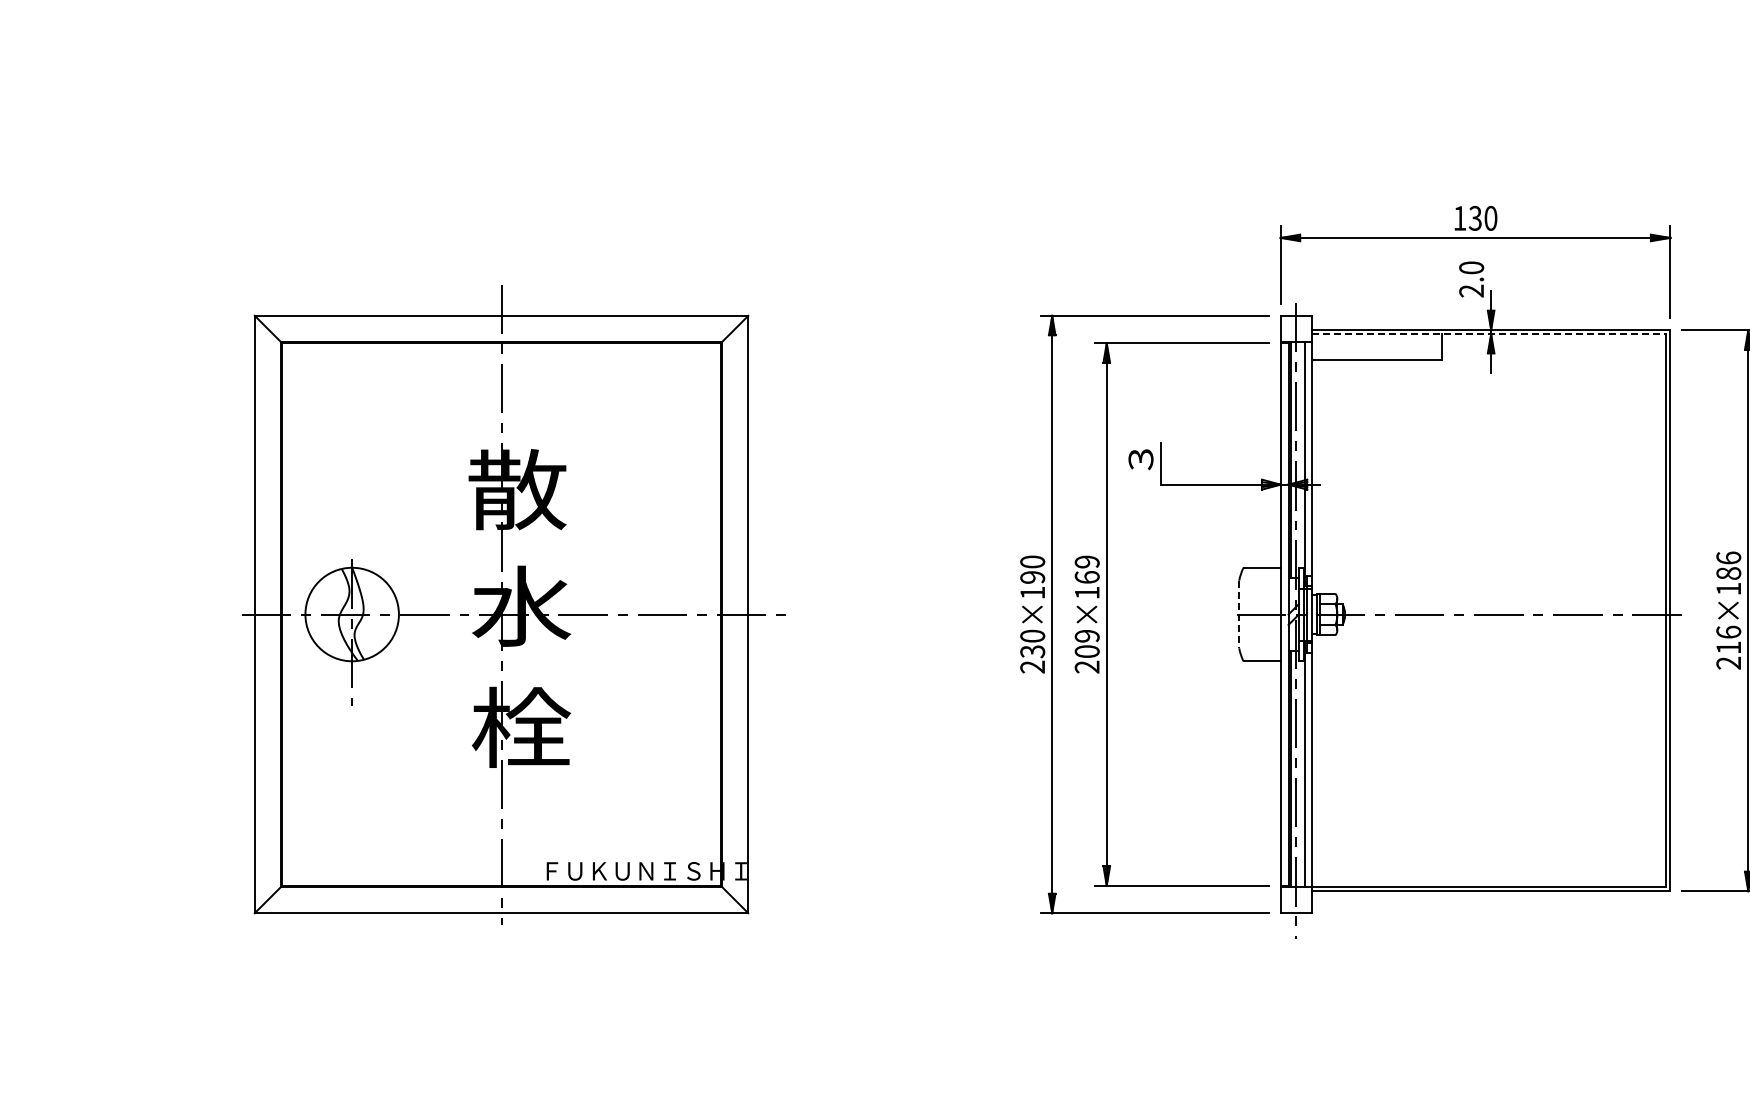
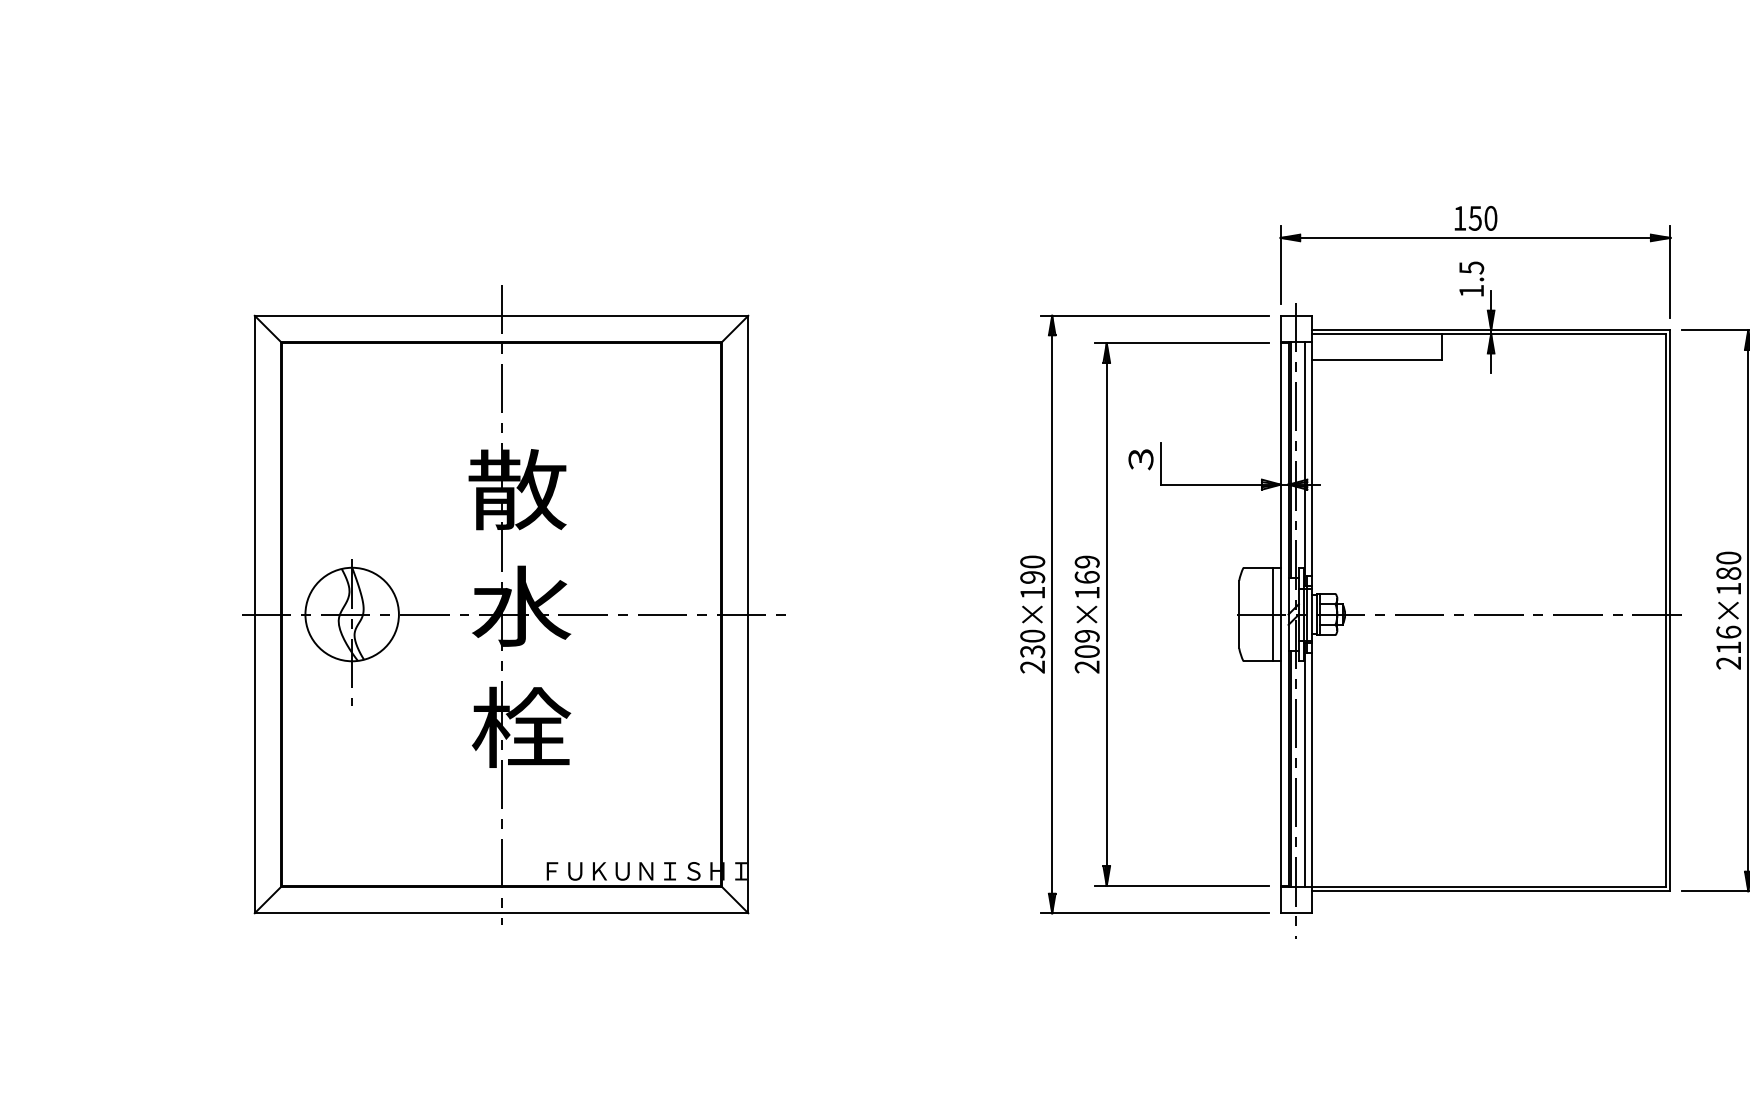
text at (1475, 217): 130 -> 150
text at (1471, 279): 2.0 -> 1.5
line at (1489, 334): dashed -> solid
text at (1728, 557): 216×186 -> 216×180
line at (1239, 614): dashed -> solid
line at (1272, 614): none -> present
